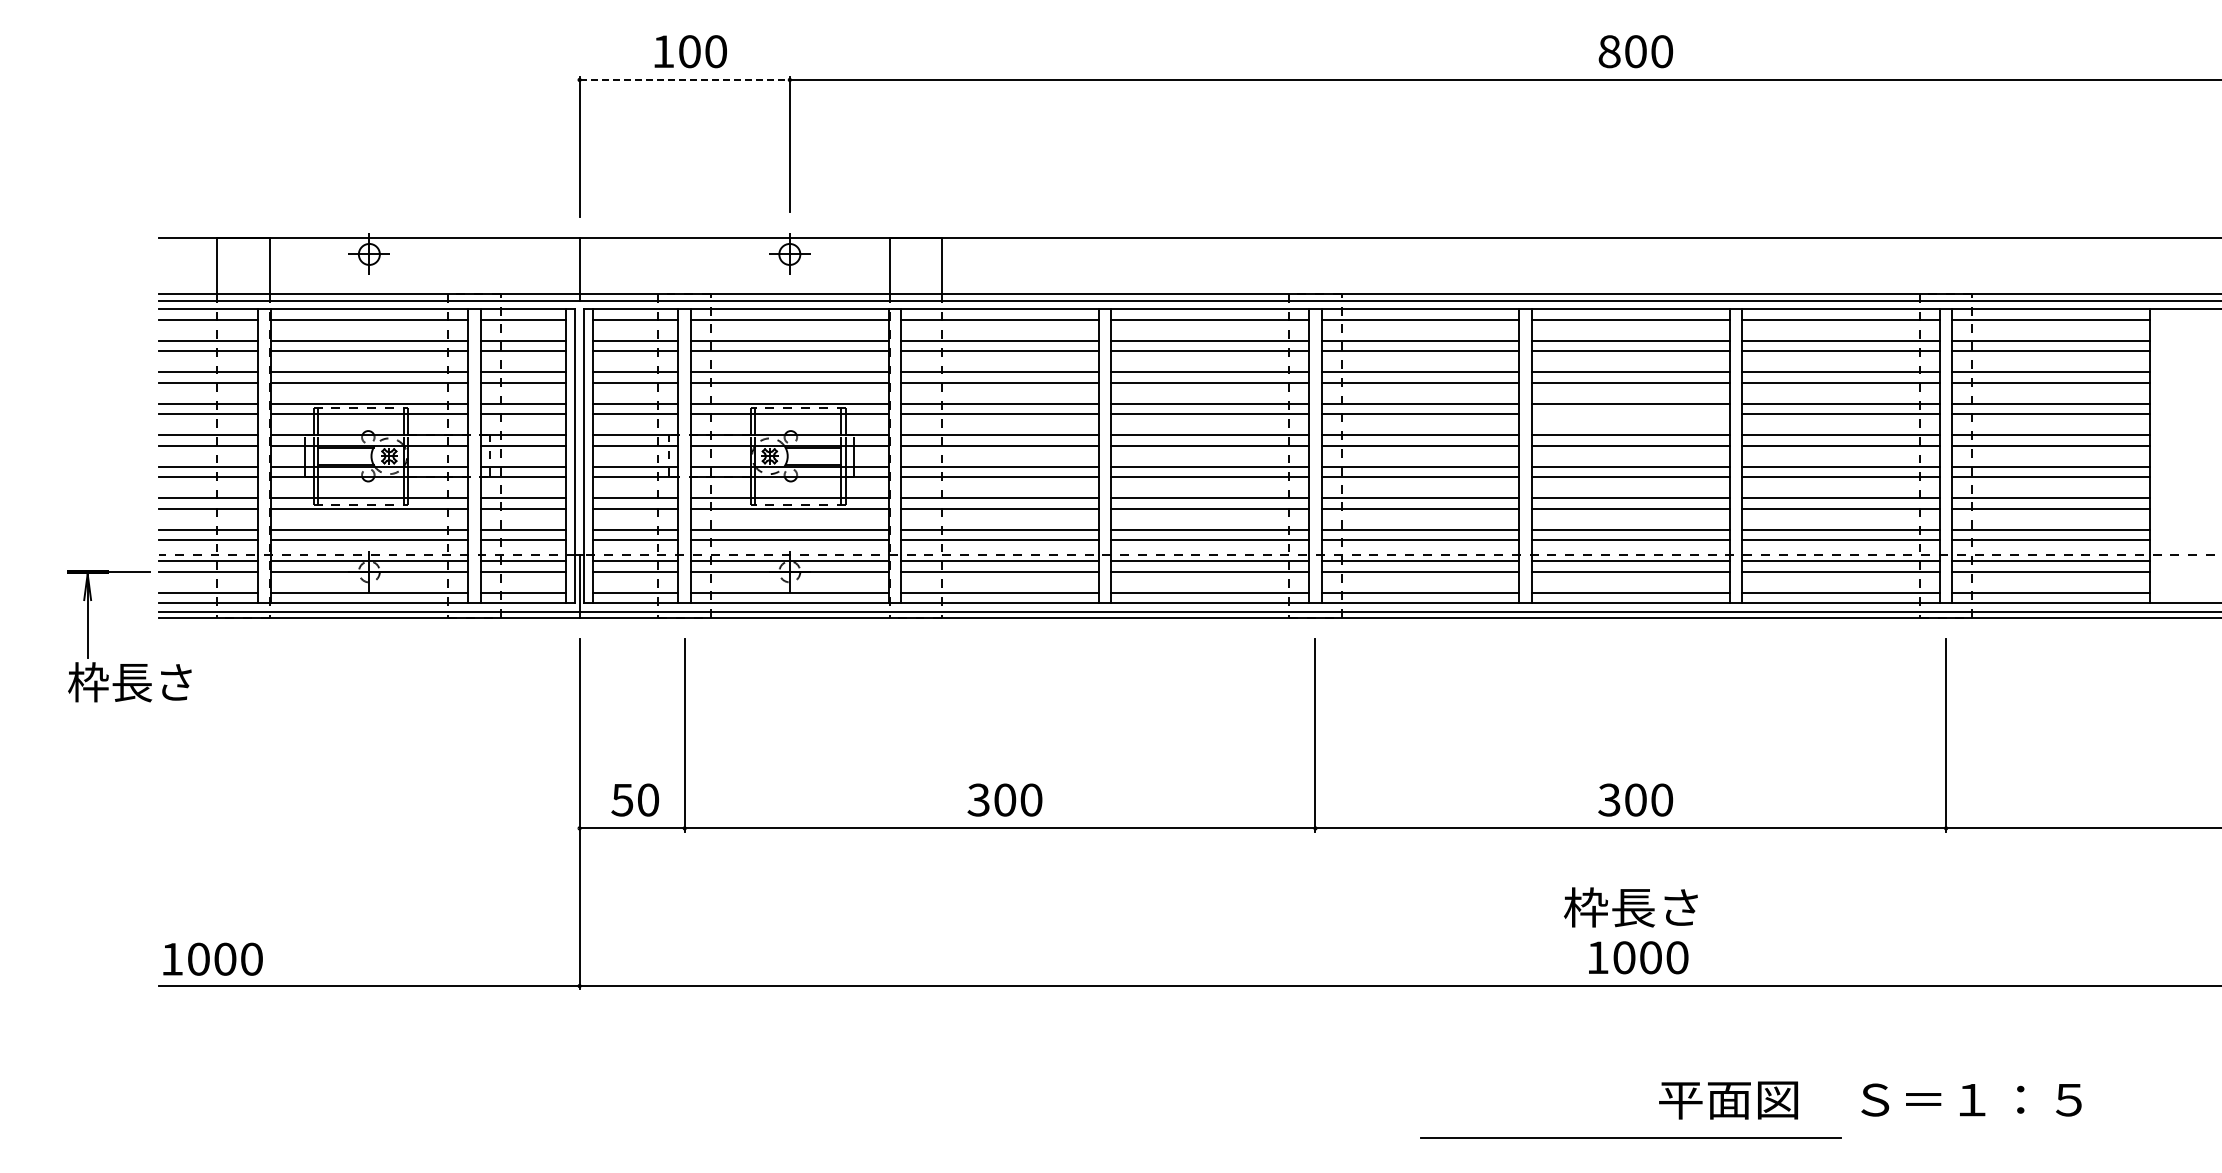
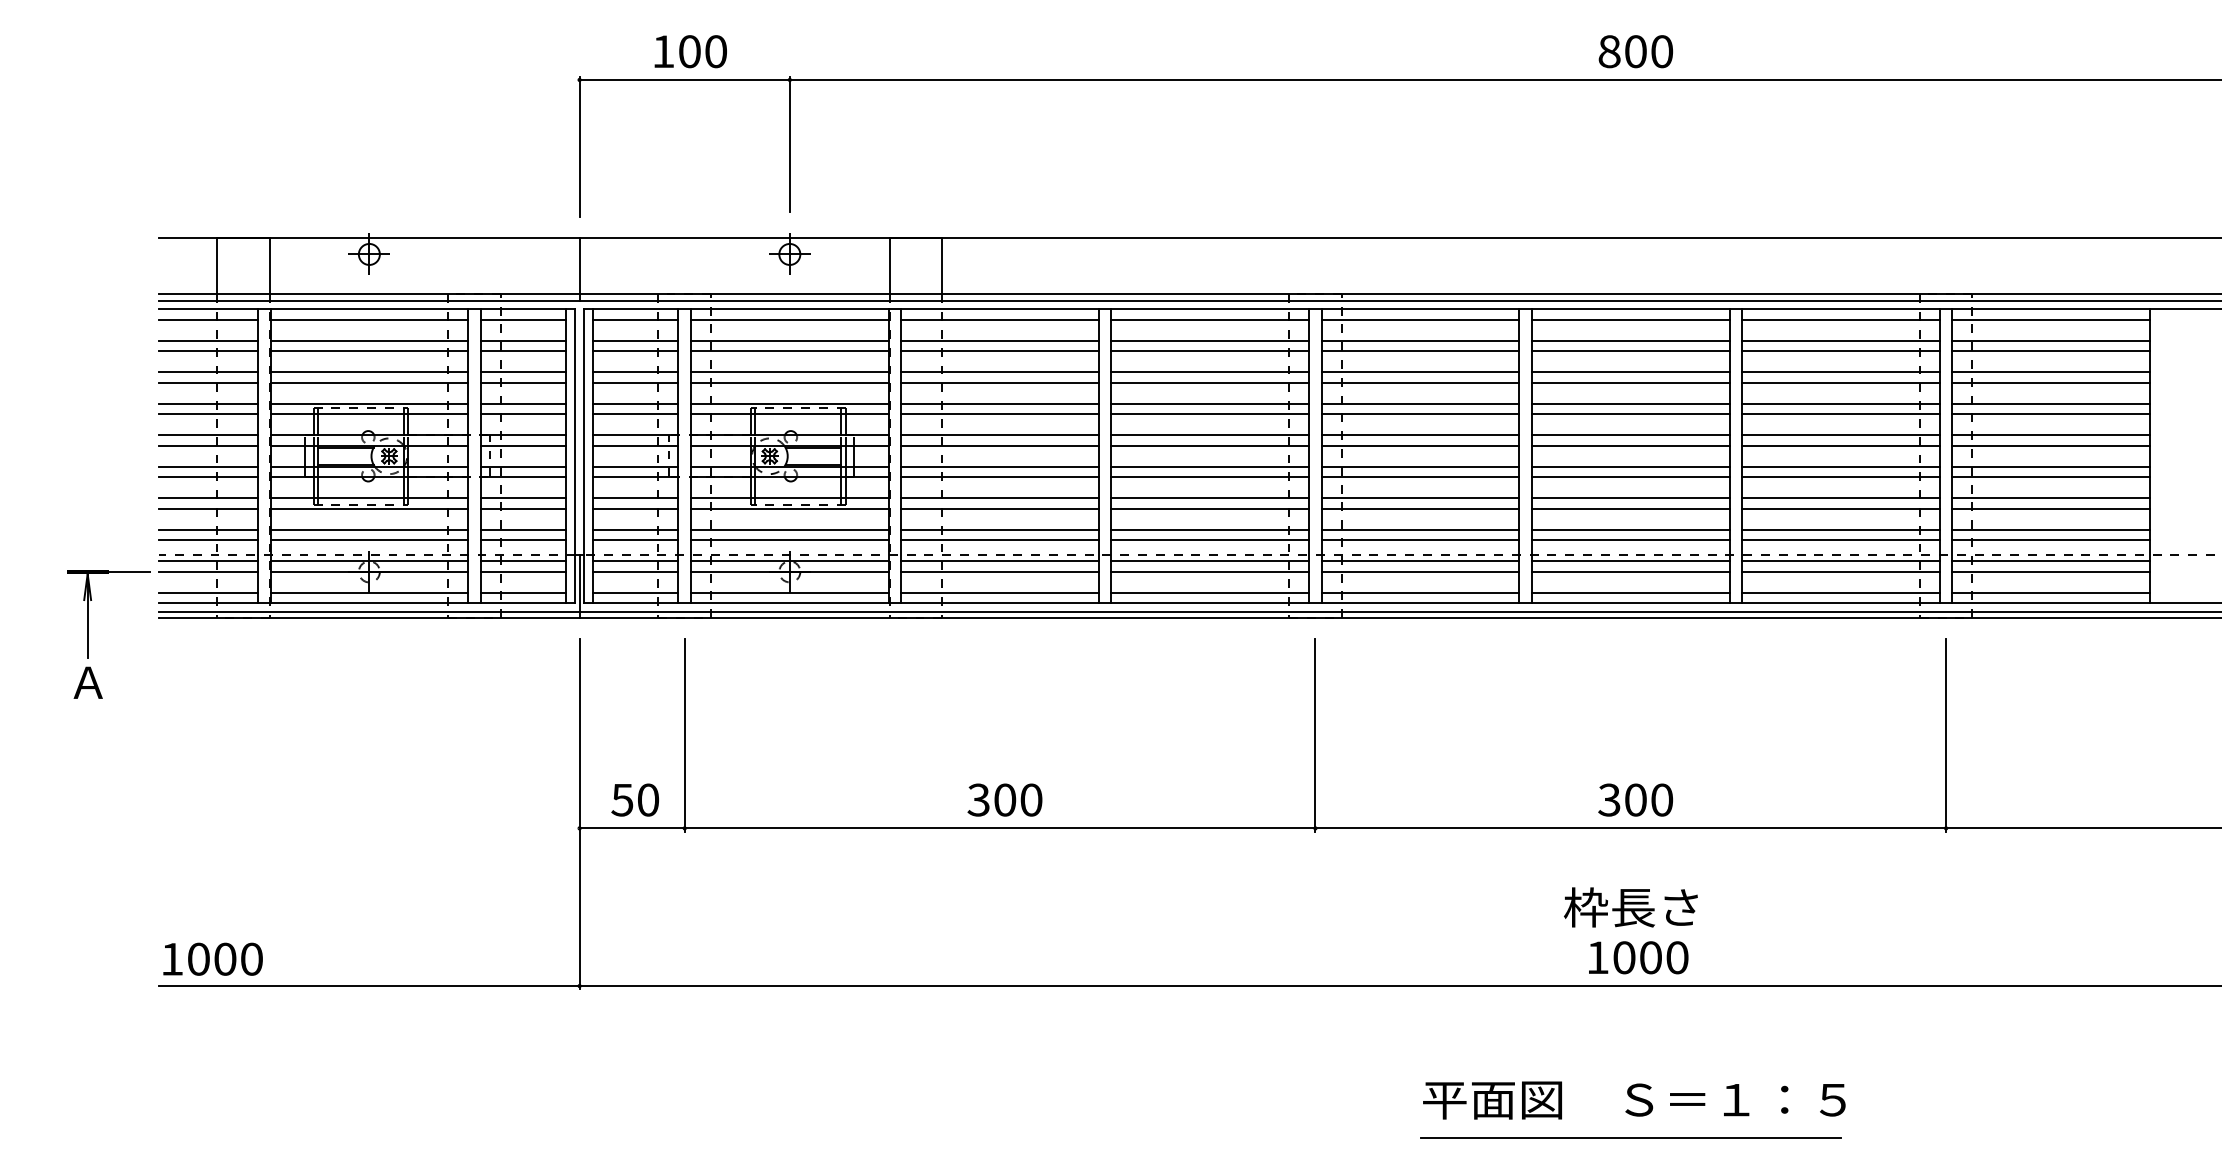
line at (685, 79): dashed -> solid
line at (1630, 414): none -> present
text at (129, 682): 枠長さ -> Ａ
text at (1870, 1100) position: (1870, 1100) -> (1634, 1100)
